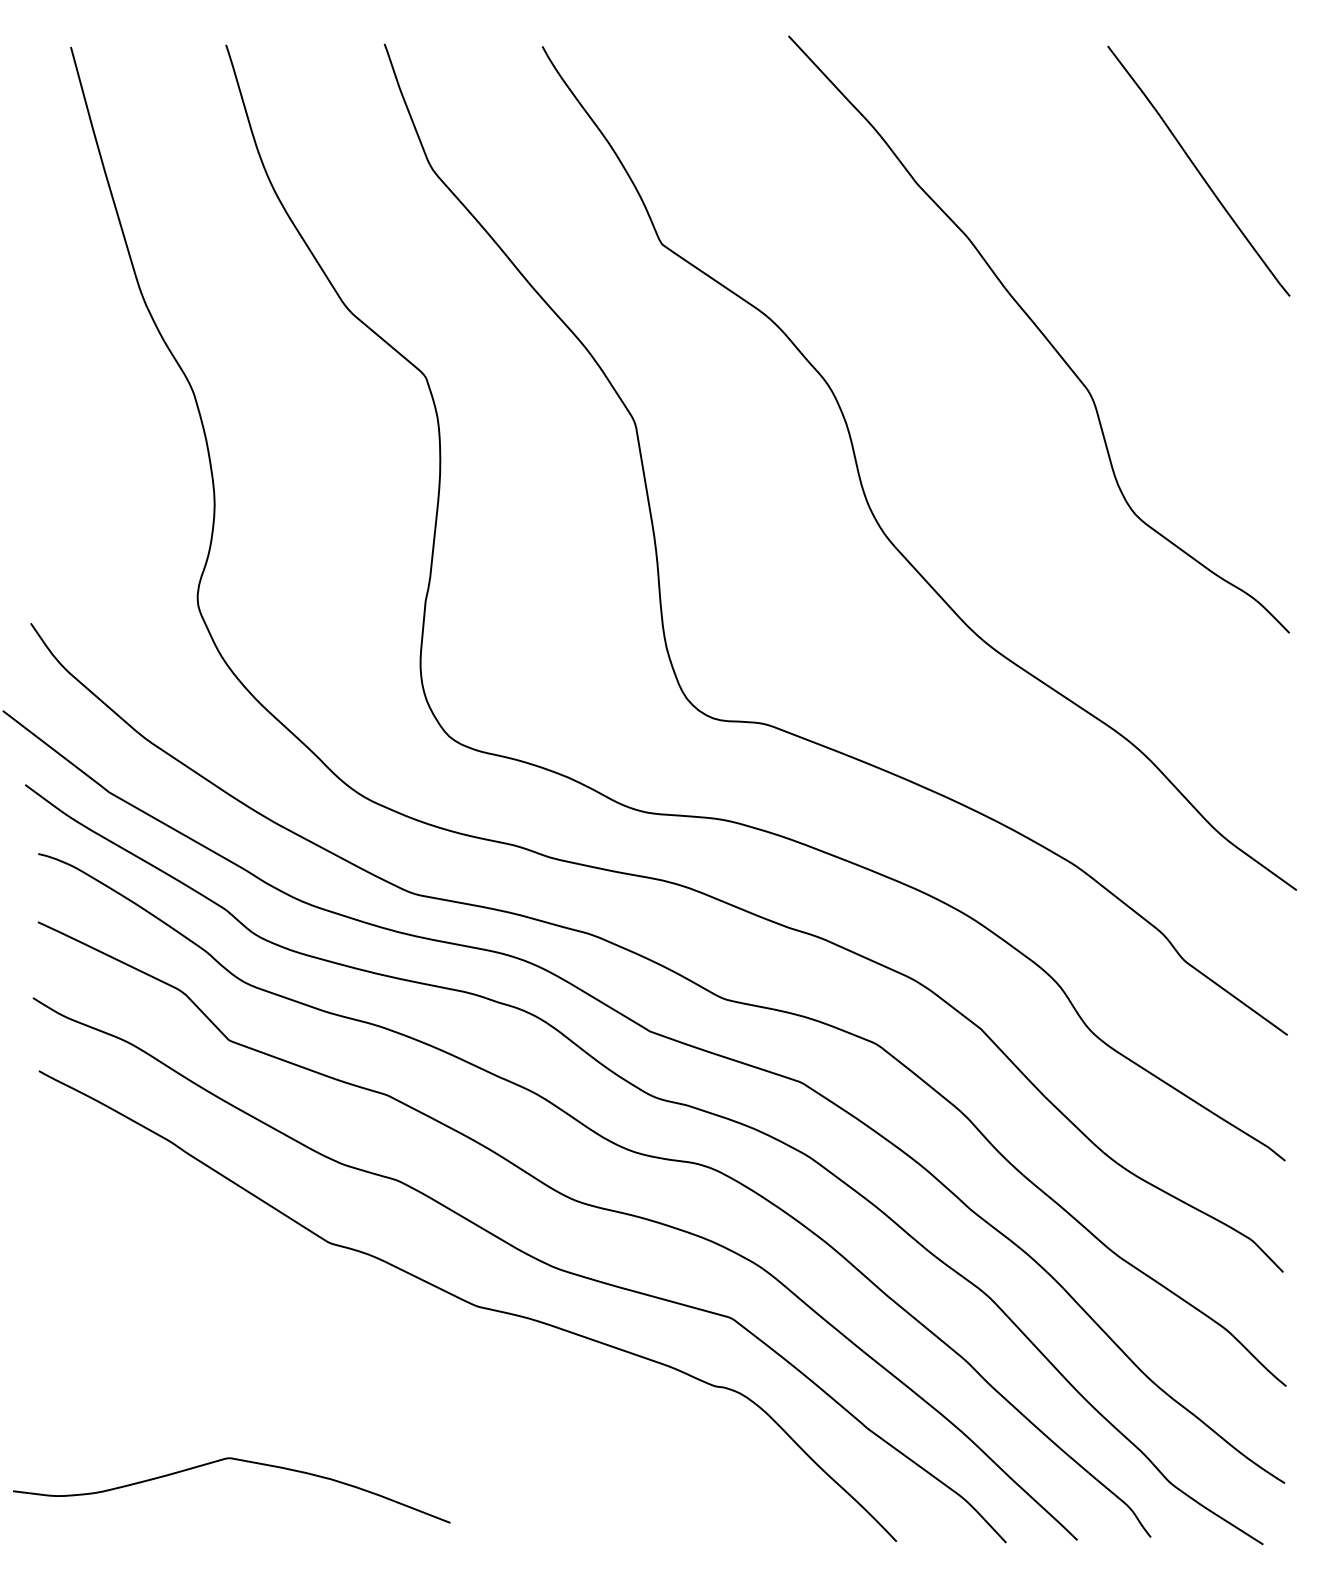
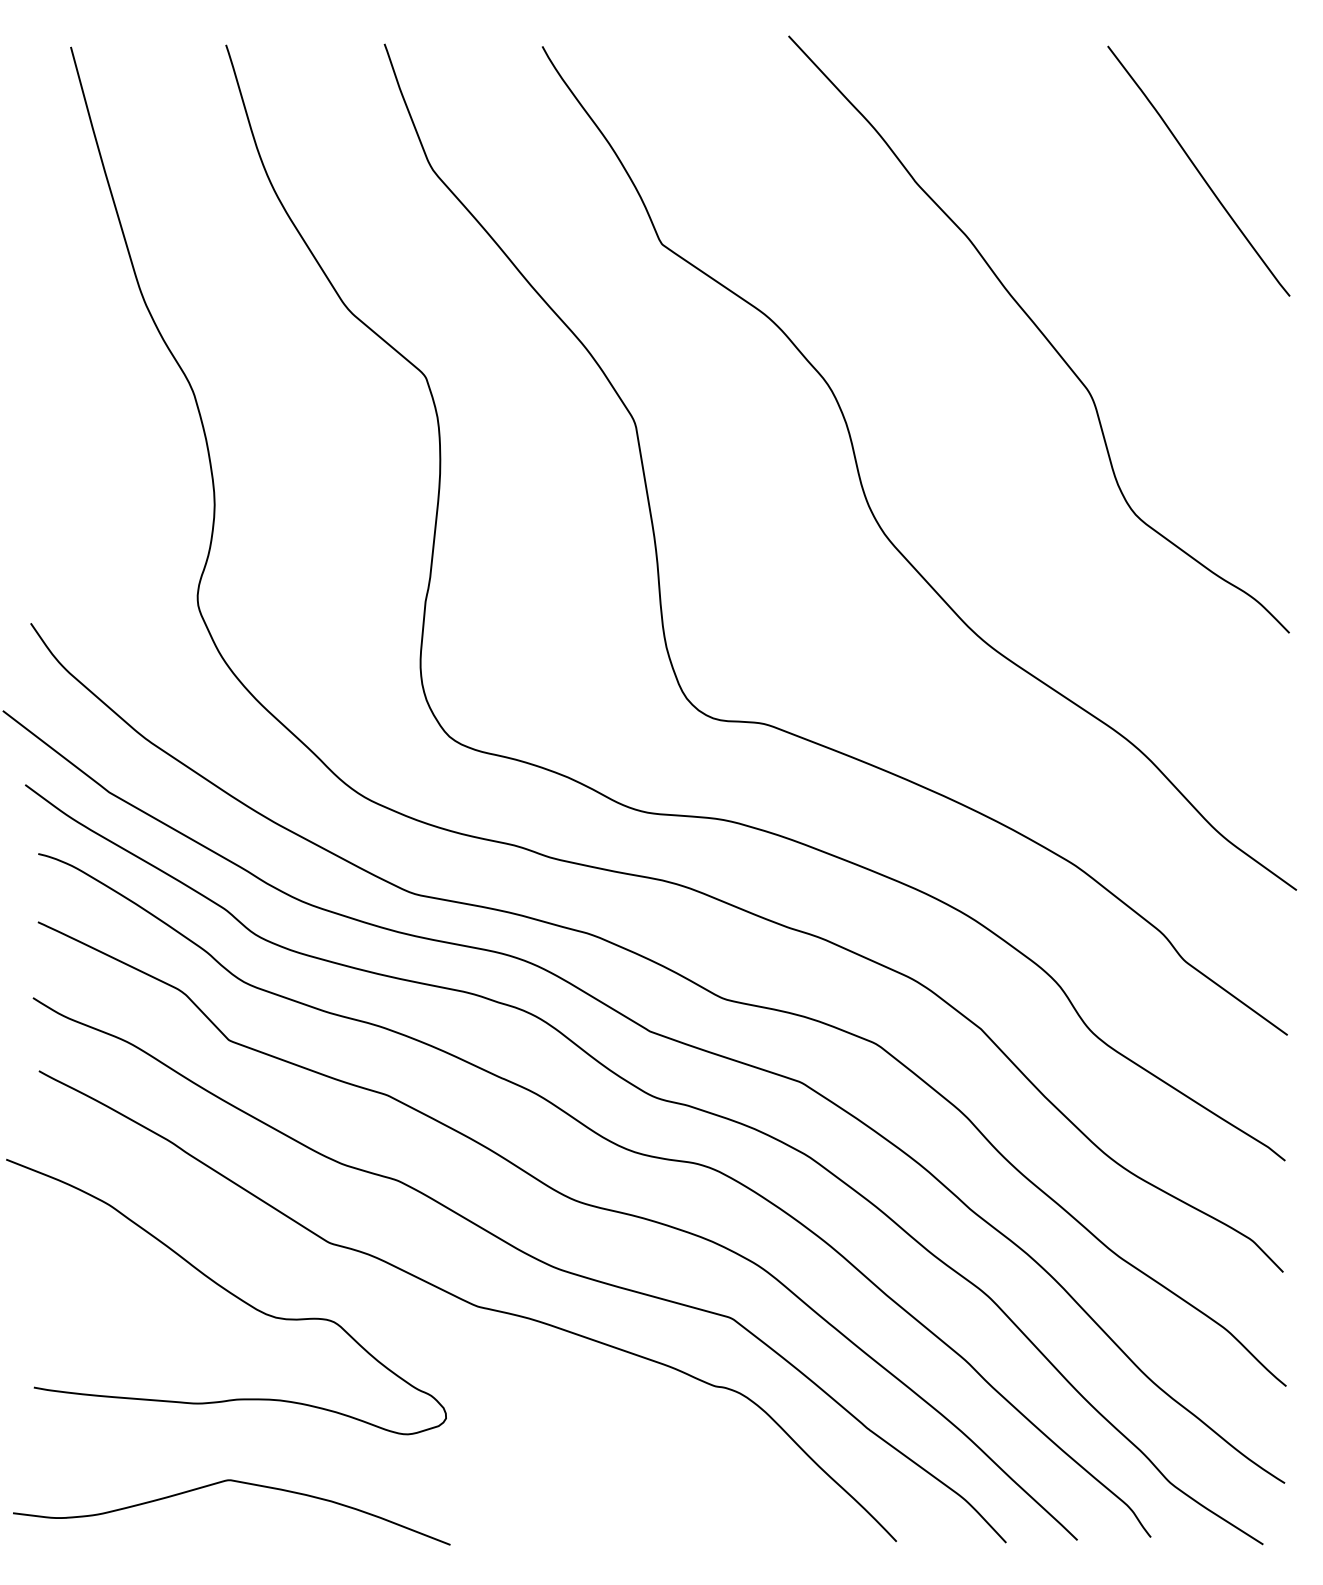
curve at (227, 1292): none -> present
curve at (235, 1460) position: (235, 1460) -> (235, 1482)
